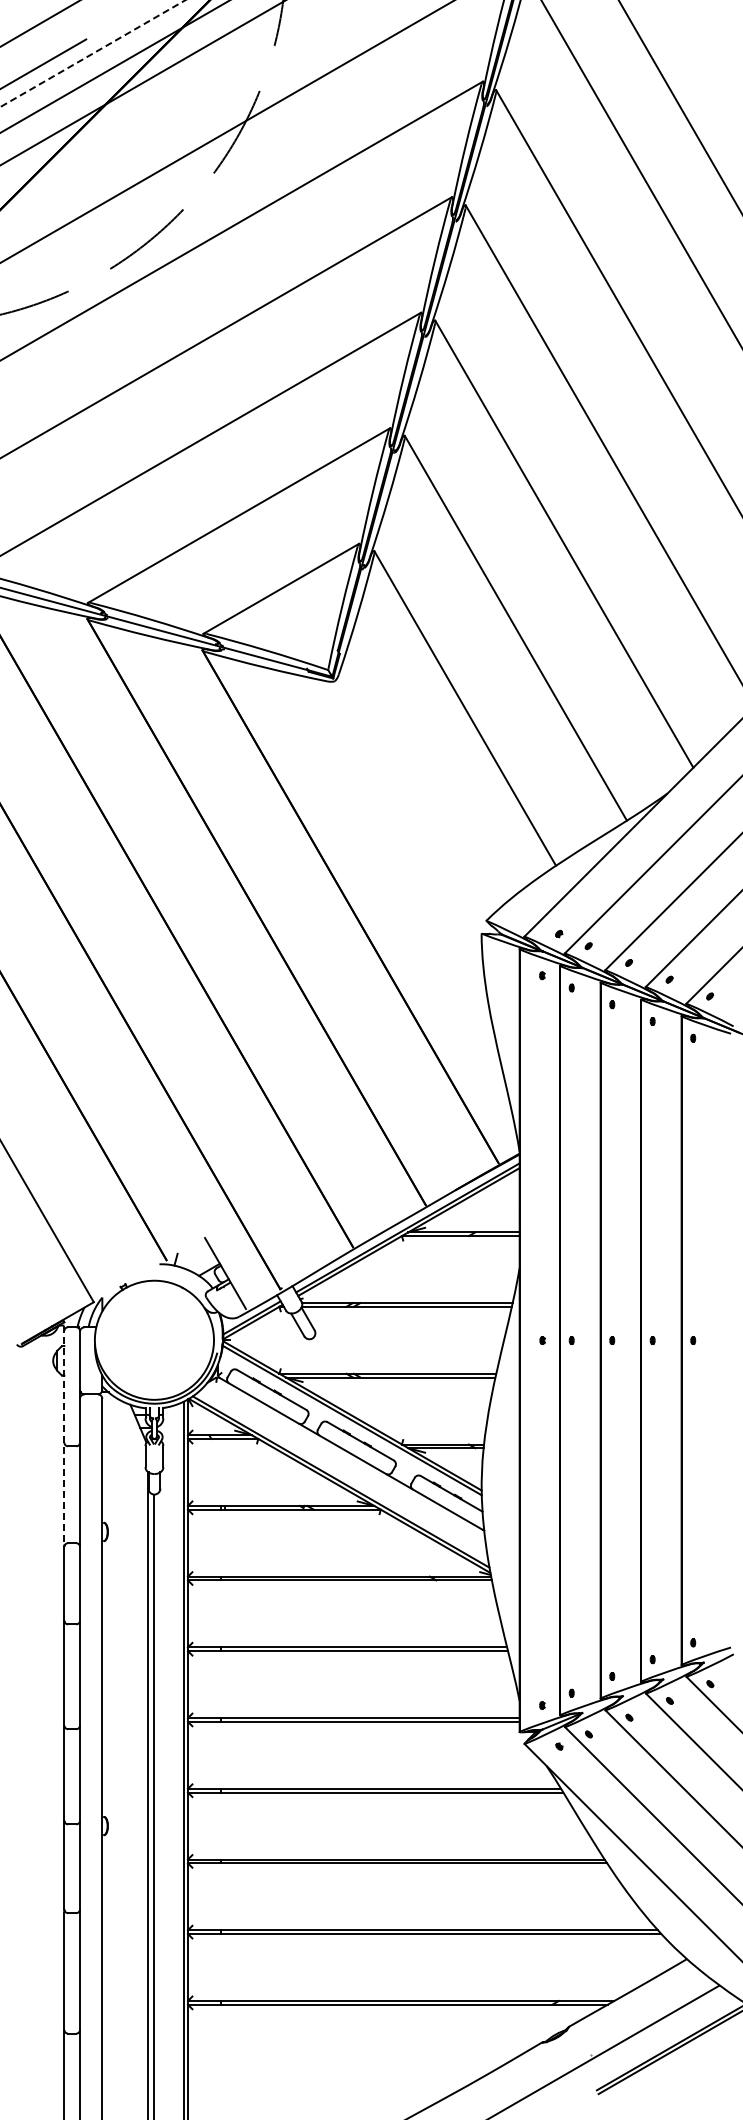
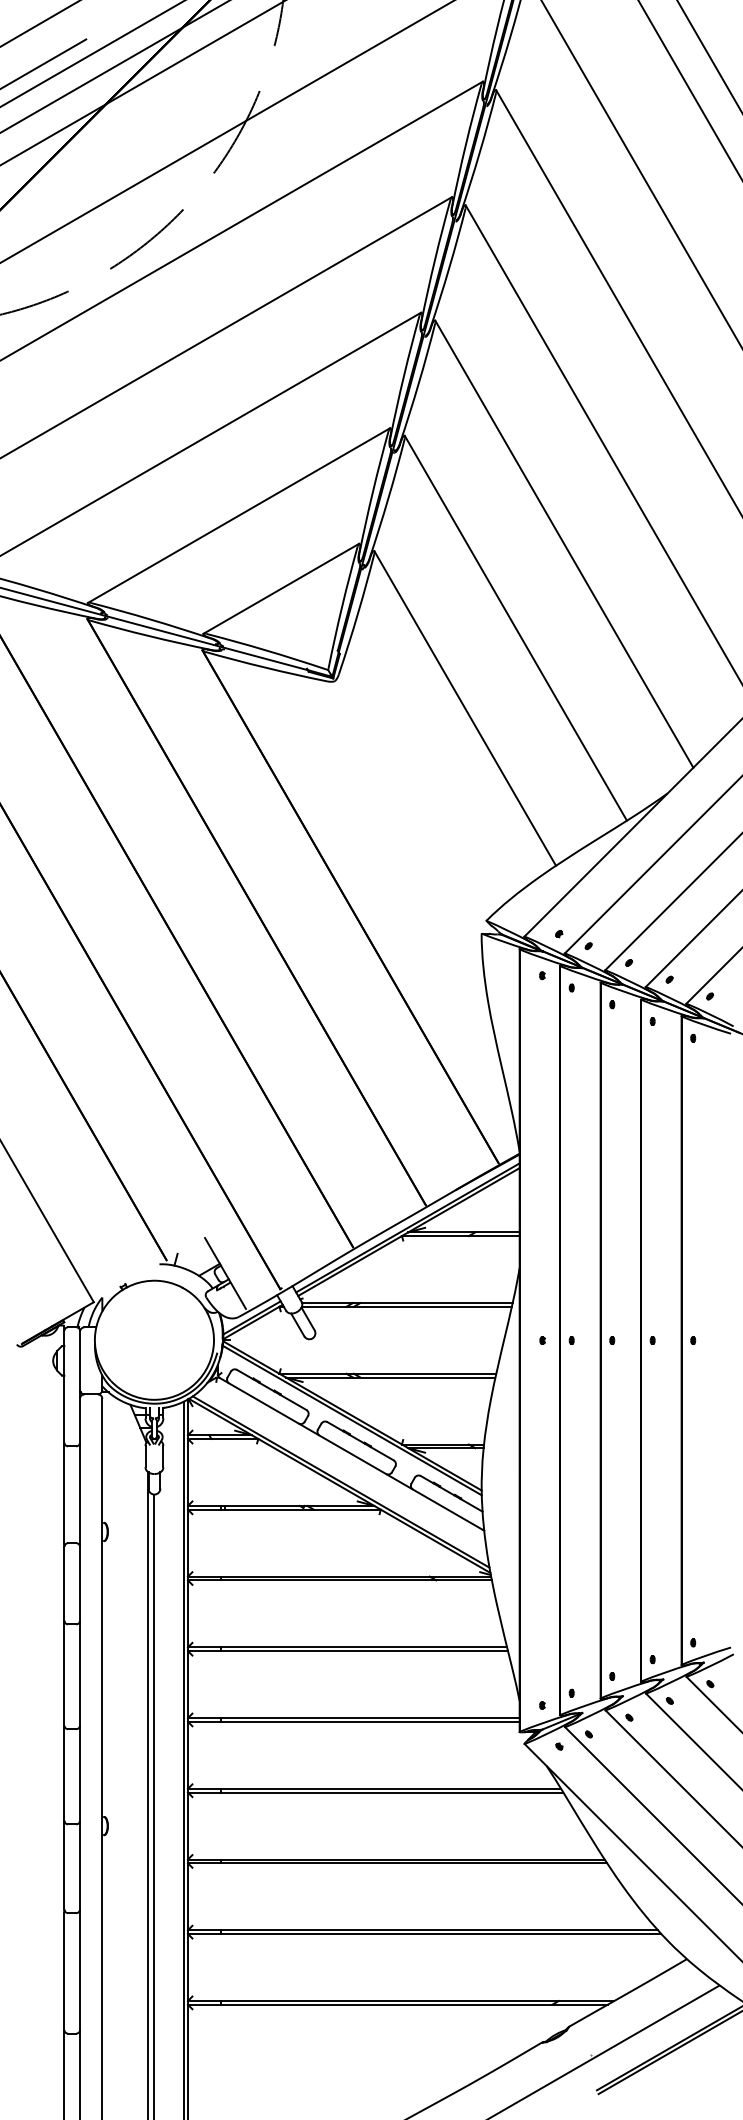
line at (92, 53): dashed -> solid
line at (708, 55): none -> present
line at (679, 106) position: (679, 106) -> (689, 89)
line at (64, 1435): dashed -> solid
